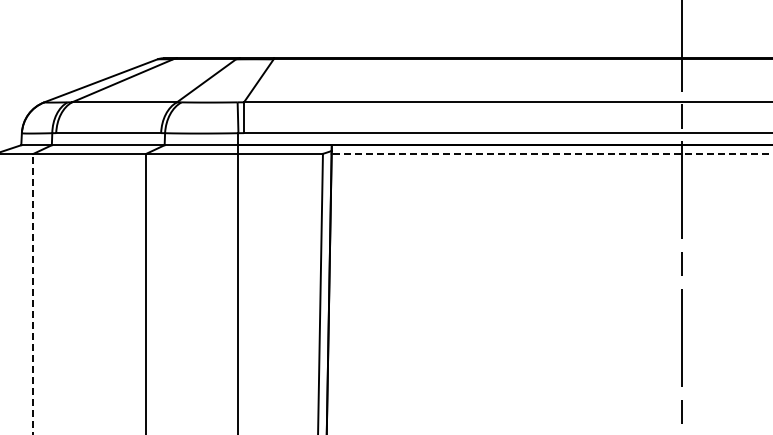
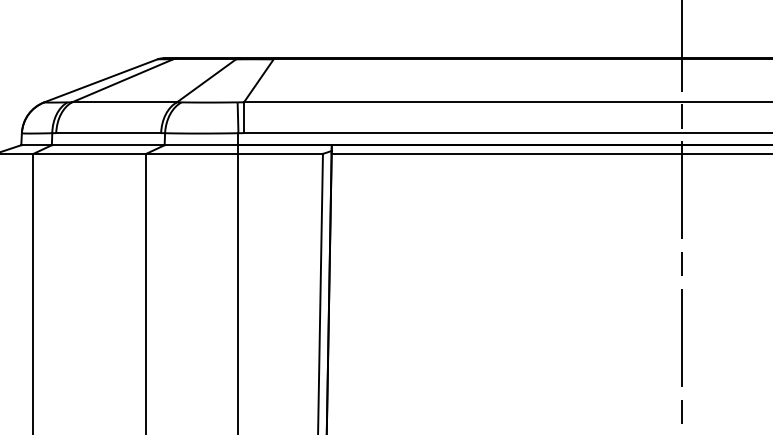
line at (551, 153): dashed -> solid
line at (33, 293): dashed -> solid
